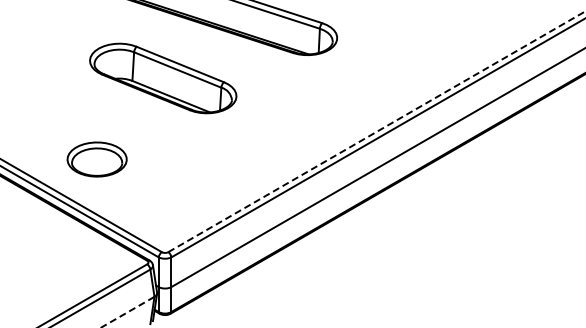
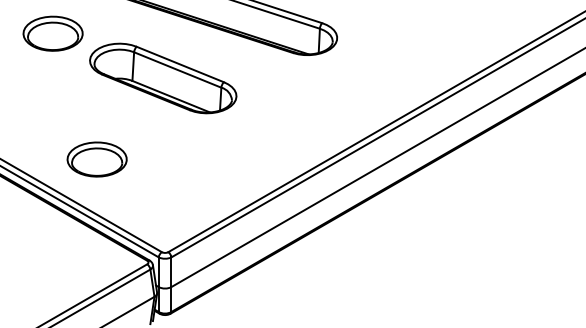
part at (52, 33): none -> present
line at (376, 131): dashed -> solid
line at (127, 312): dashed -> solid
